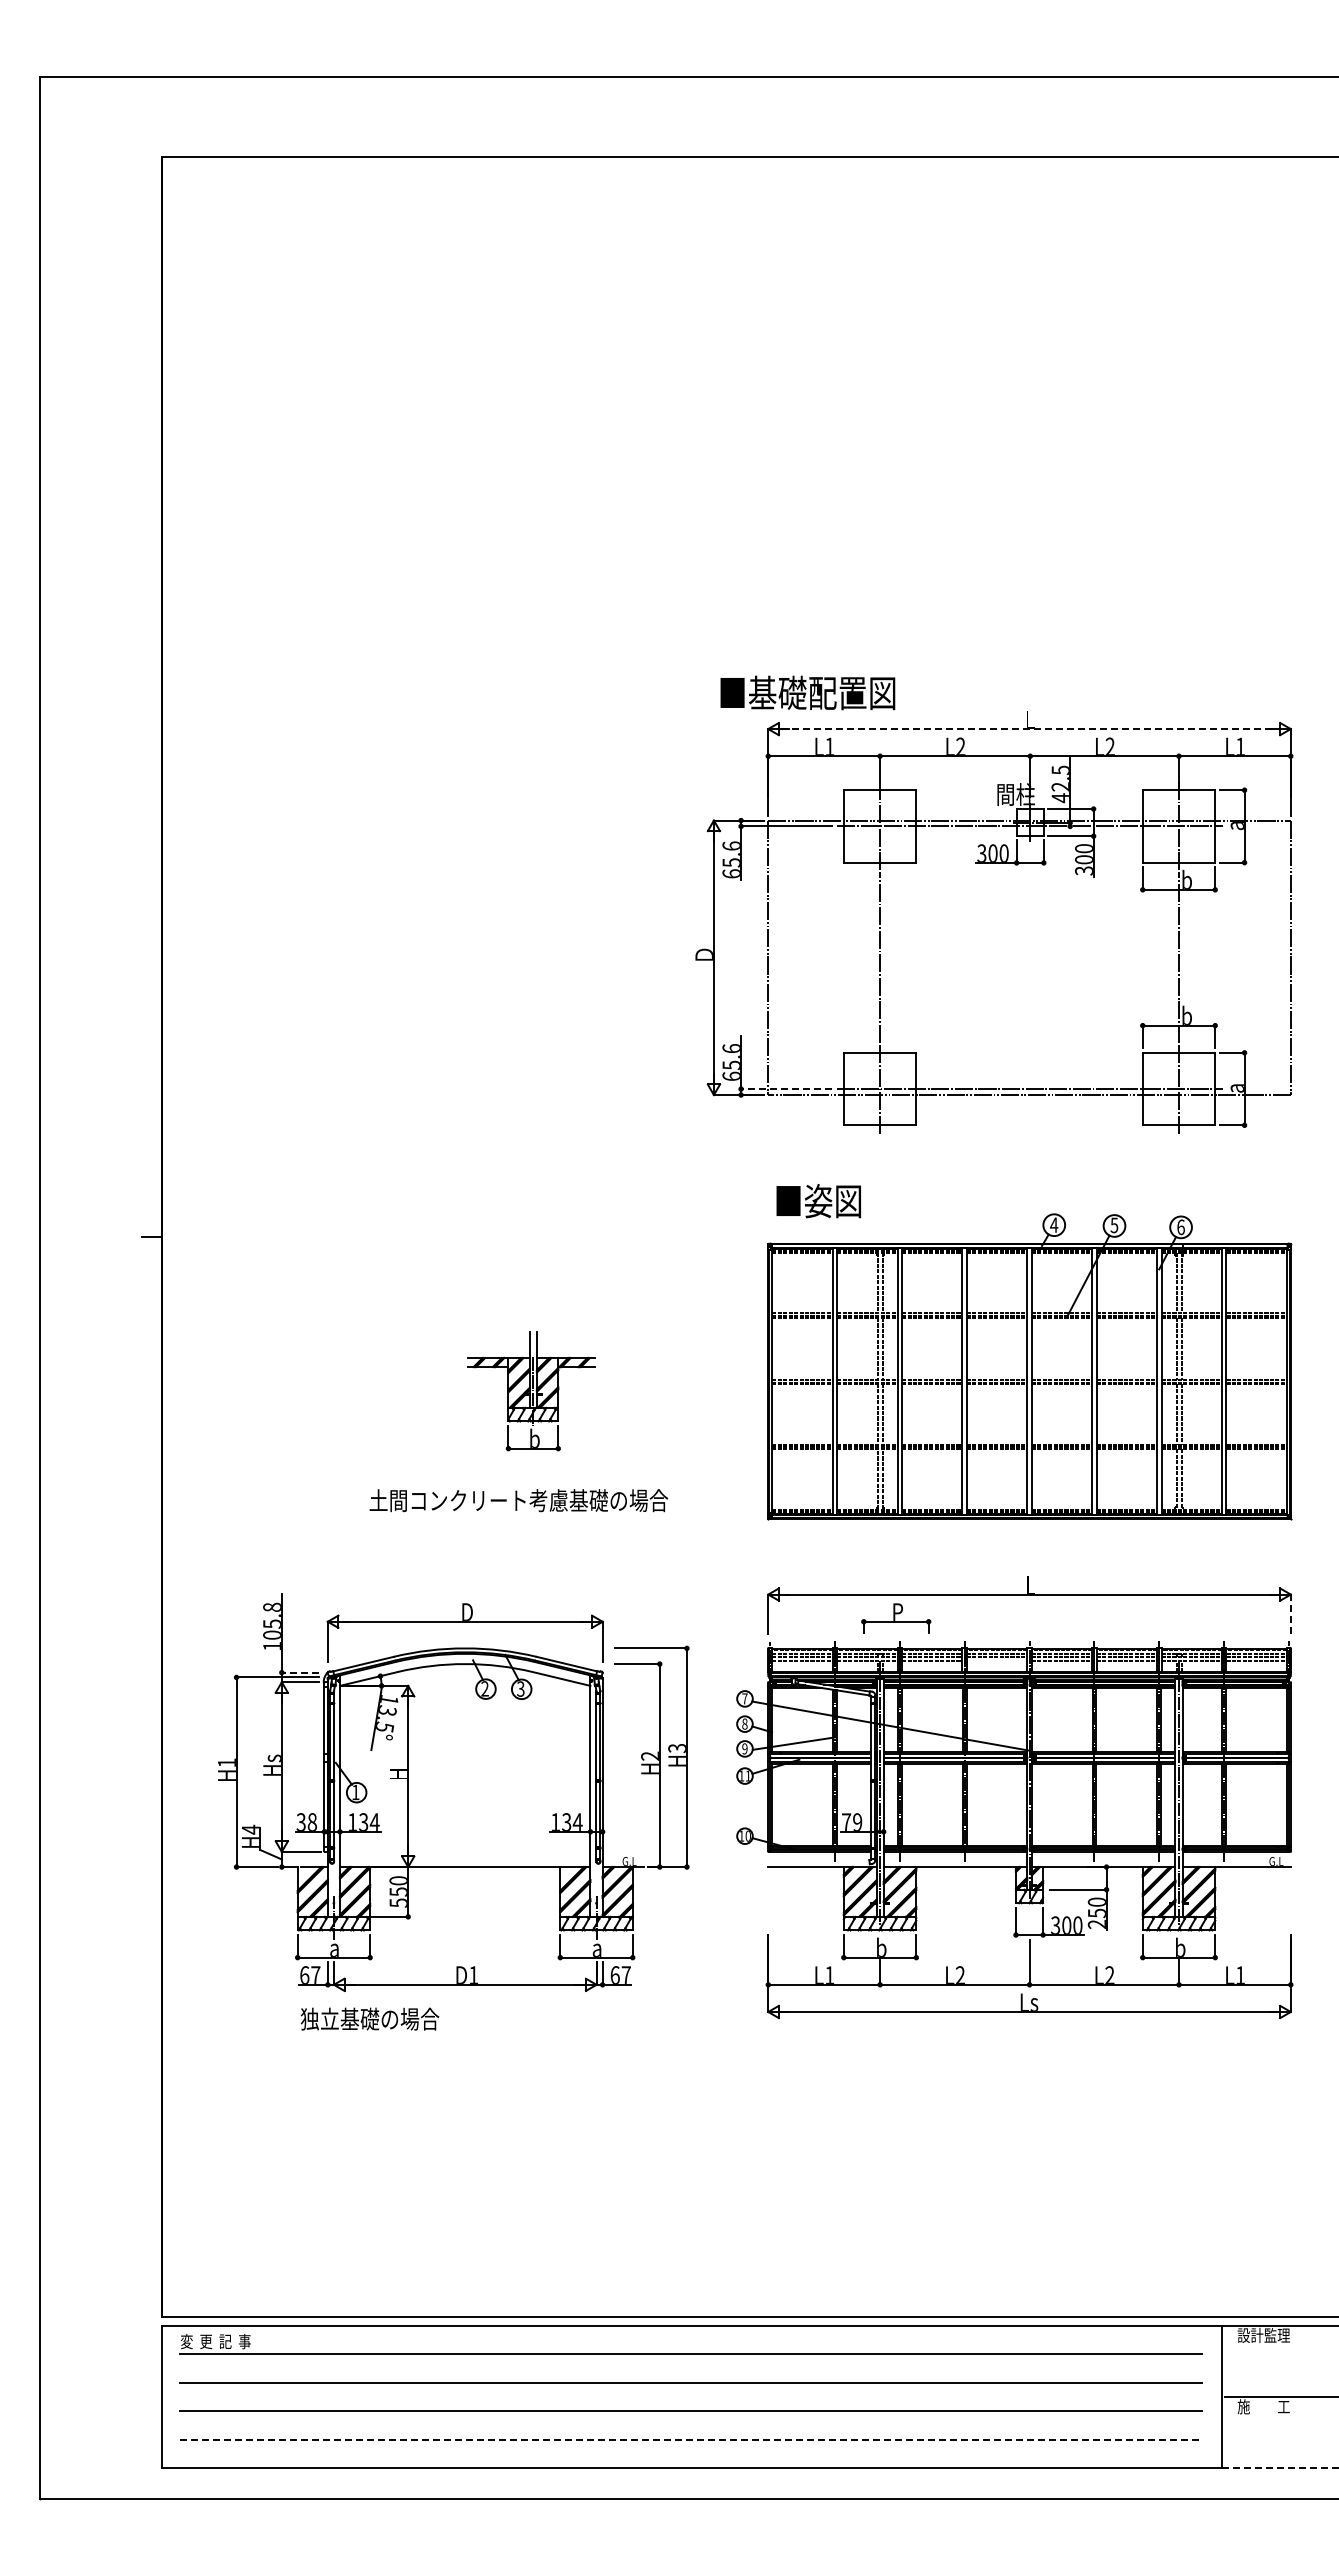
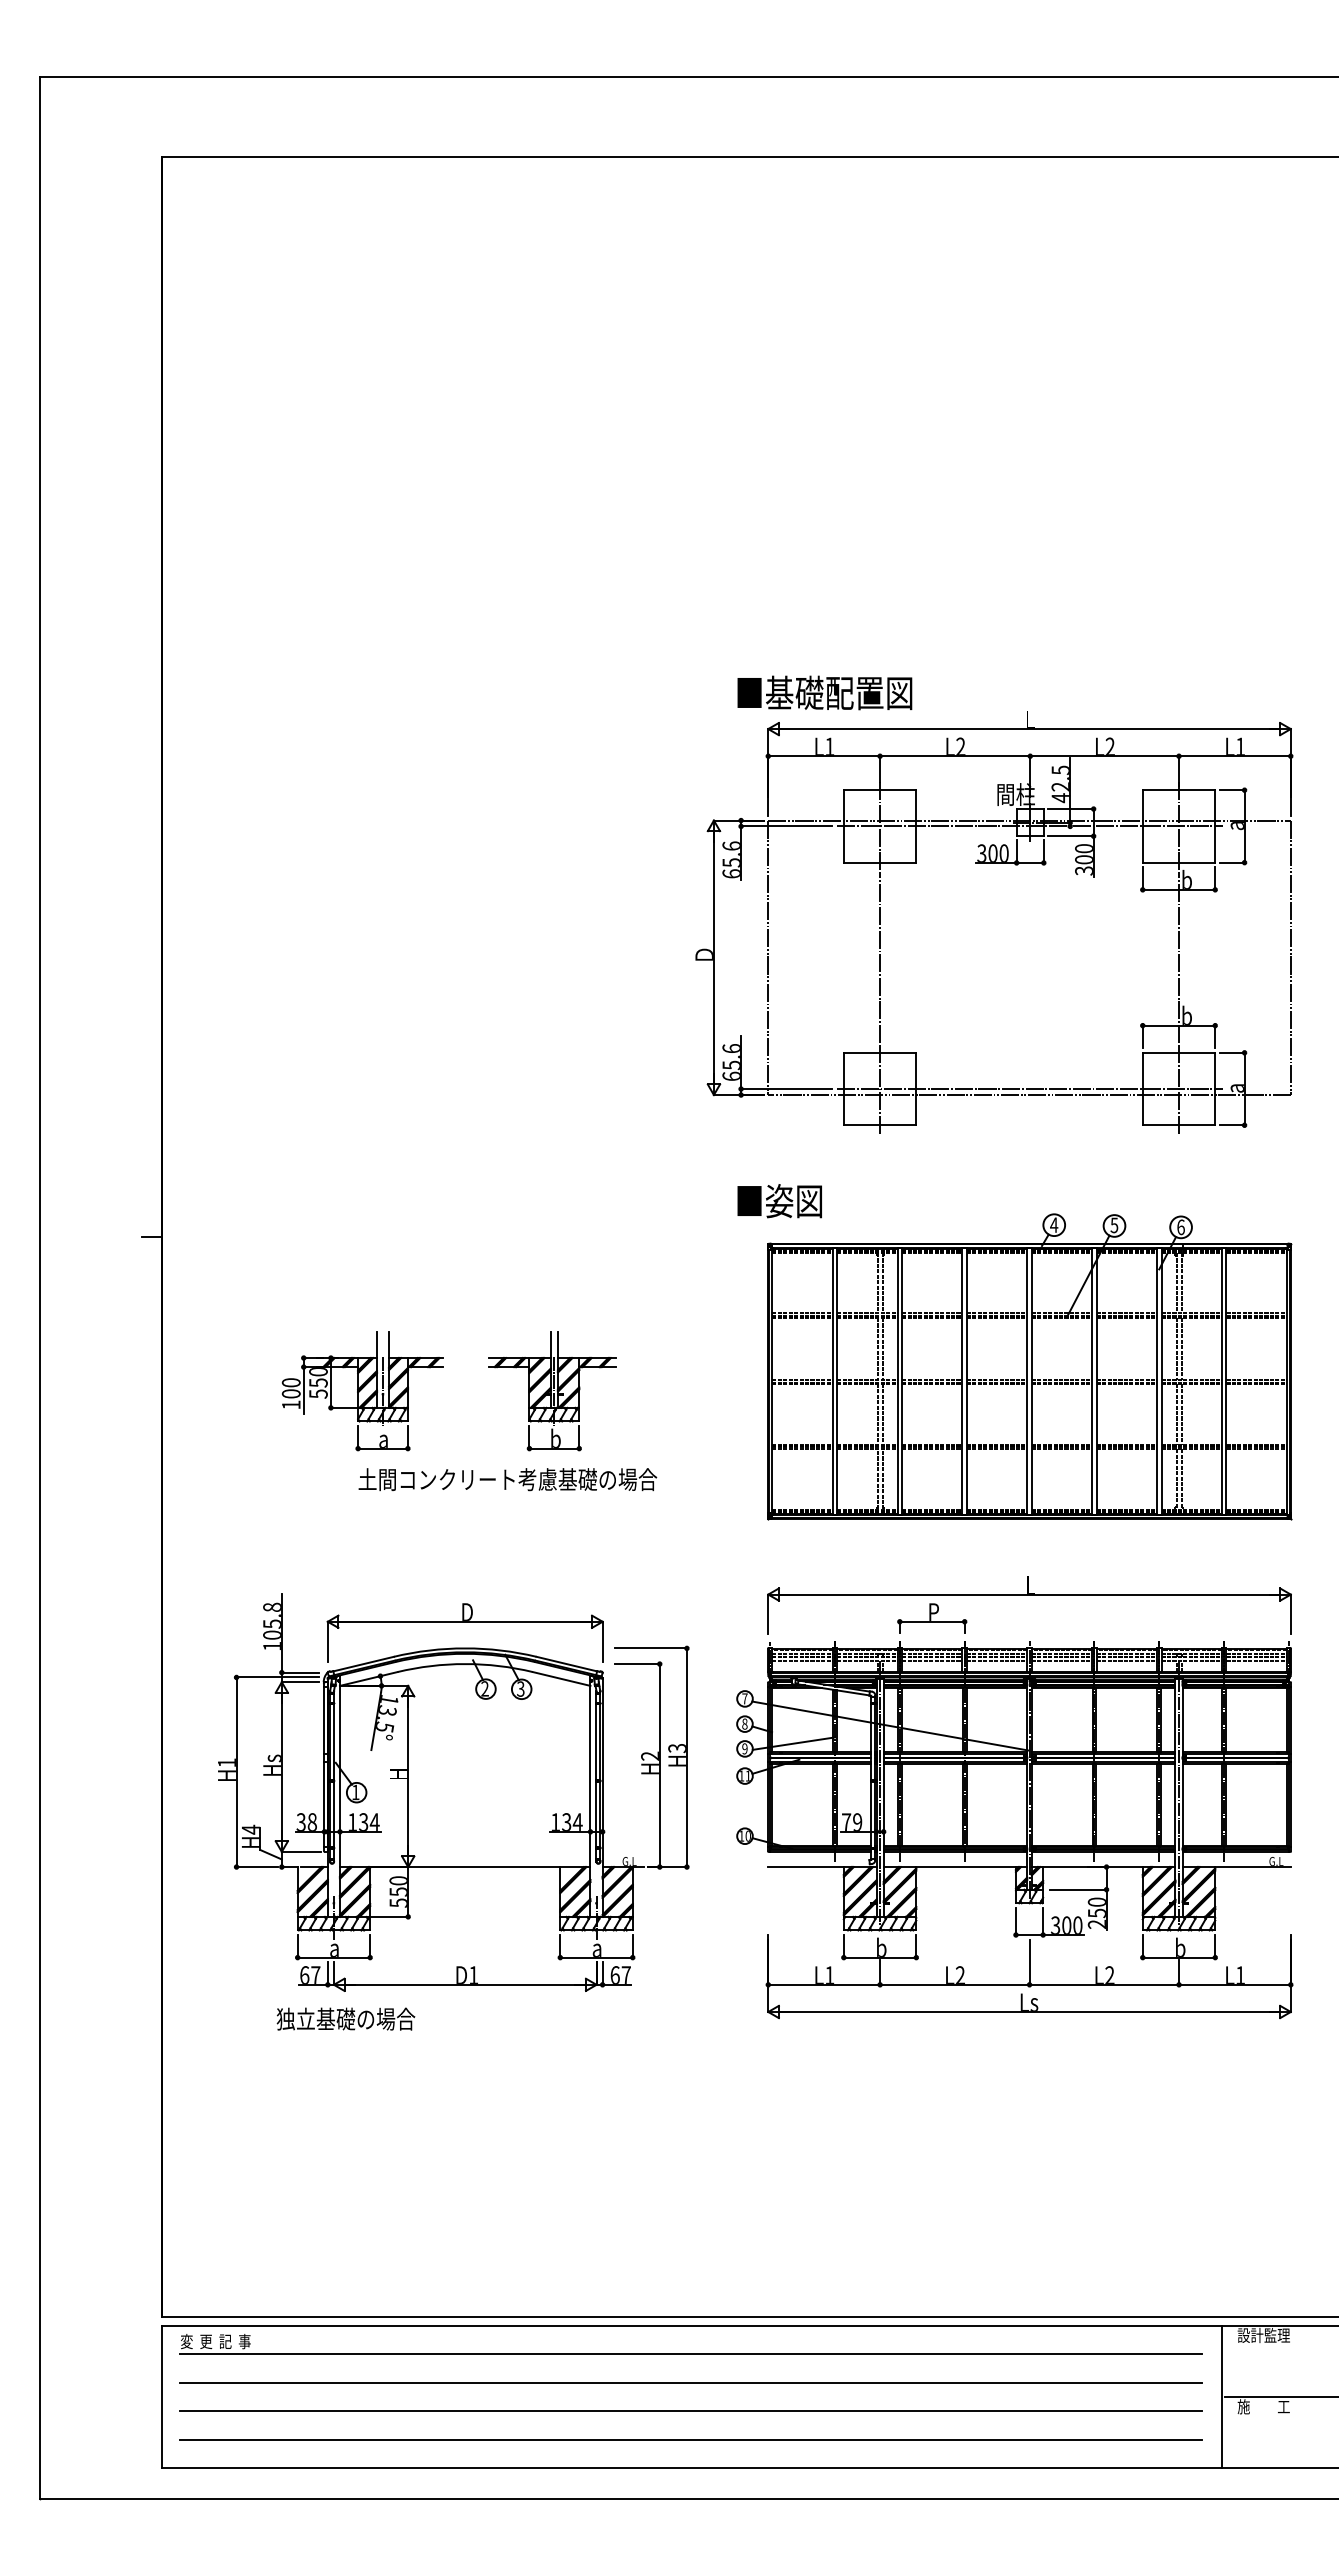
text at (807, 692) position: (807, 692) -> (824, 692)
line at (1030, 729): dashed -> solid
line at (786, 1089): dashed -> solid
text at (818, 1201) position: (818, 1201) -> (779, 1201)
part at (362, 1391): none -> present
part at (531, 1391) position: (531, 1391) -> (552, 1391)
text at (518, 1500) position: (518, 1500) -> (507, 1479)
line at (1290, 1614): dashed -> solid
part at (896, 1618) position: (896, 1618) -> (932, 1618)
line at (996, 1661): none -> present
line at (300, 1672): dashed -> solid
text at (369, 2018) position: (369, 2018) -> (345, 2018)
line at (691, 2439): dashed -> solid
line at (1280, 2468): dashed -> solid
